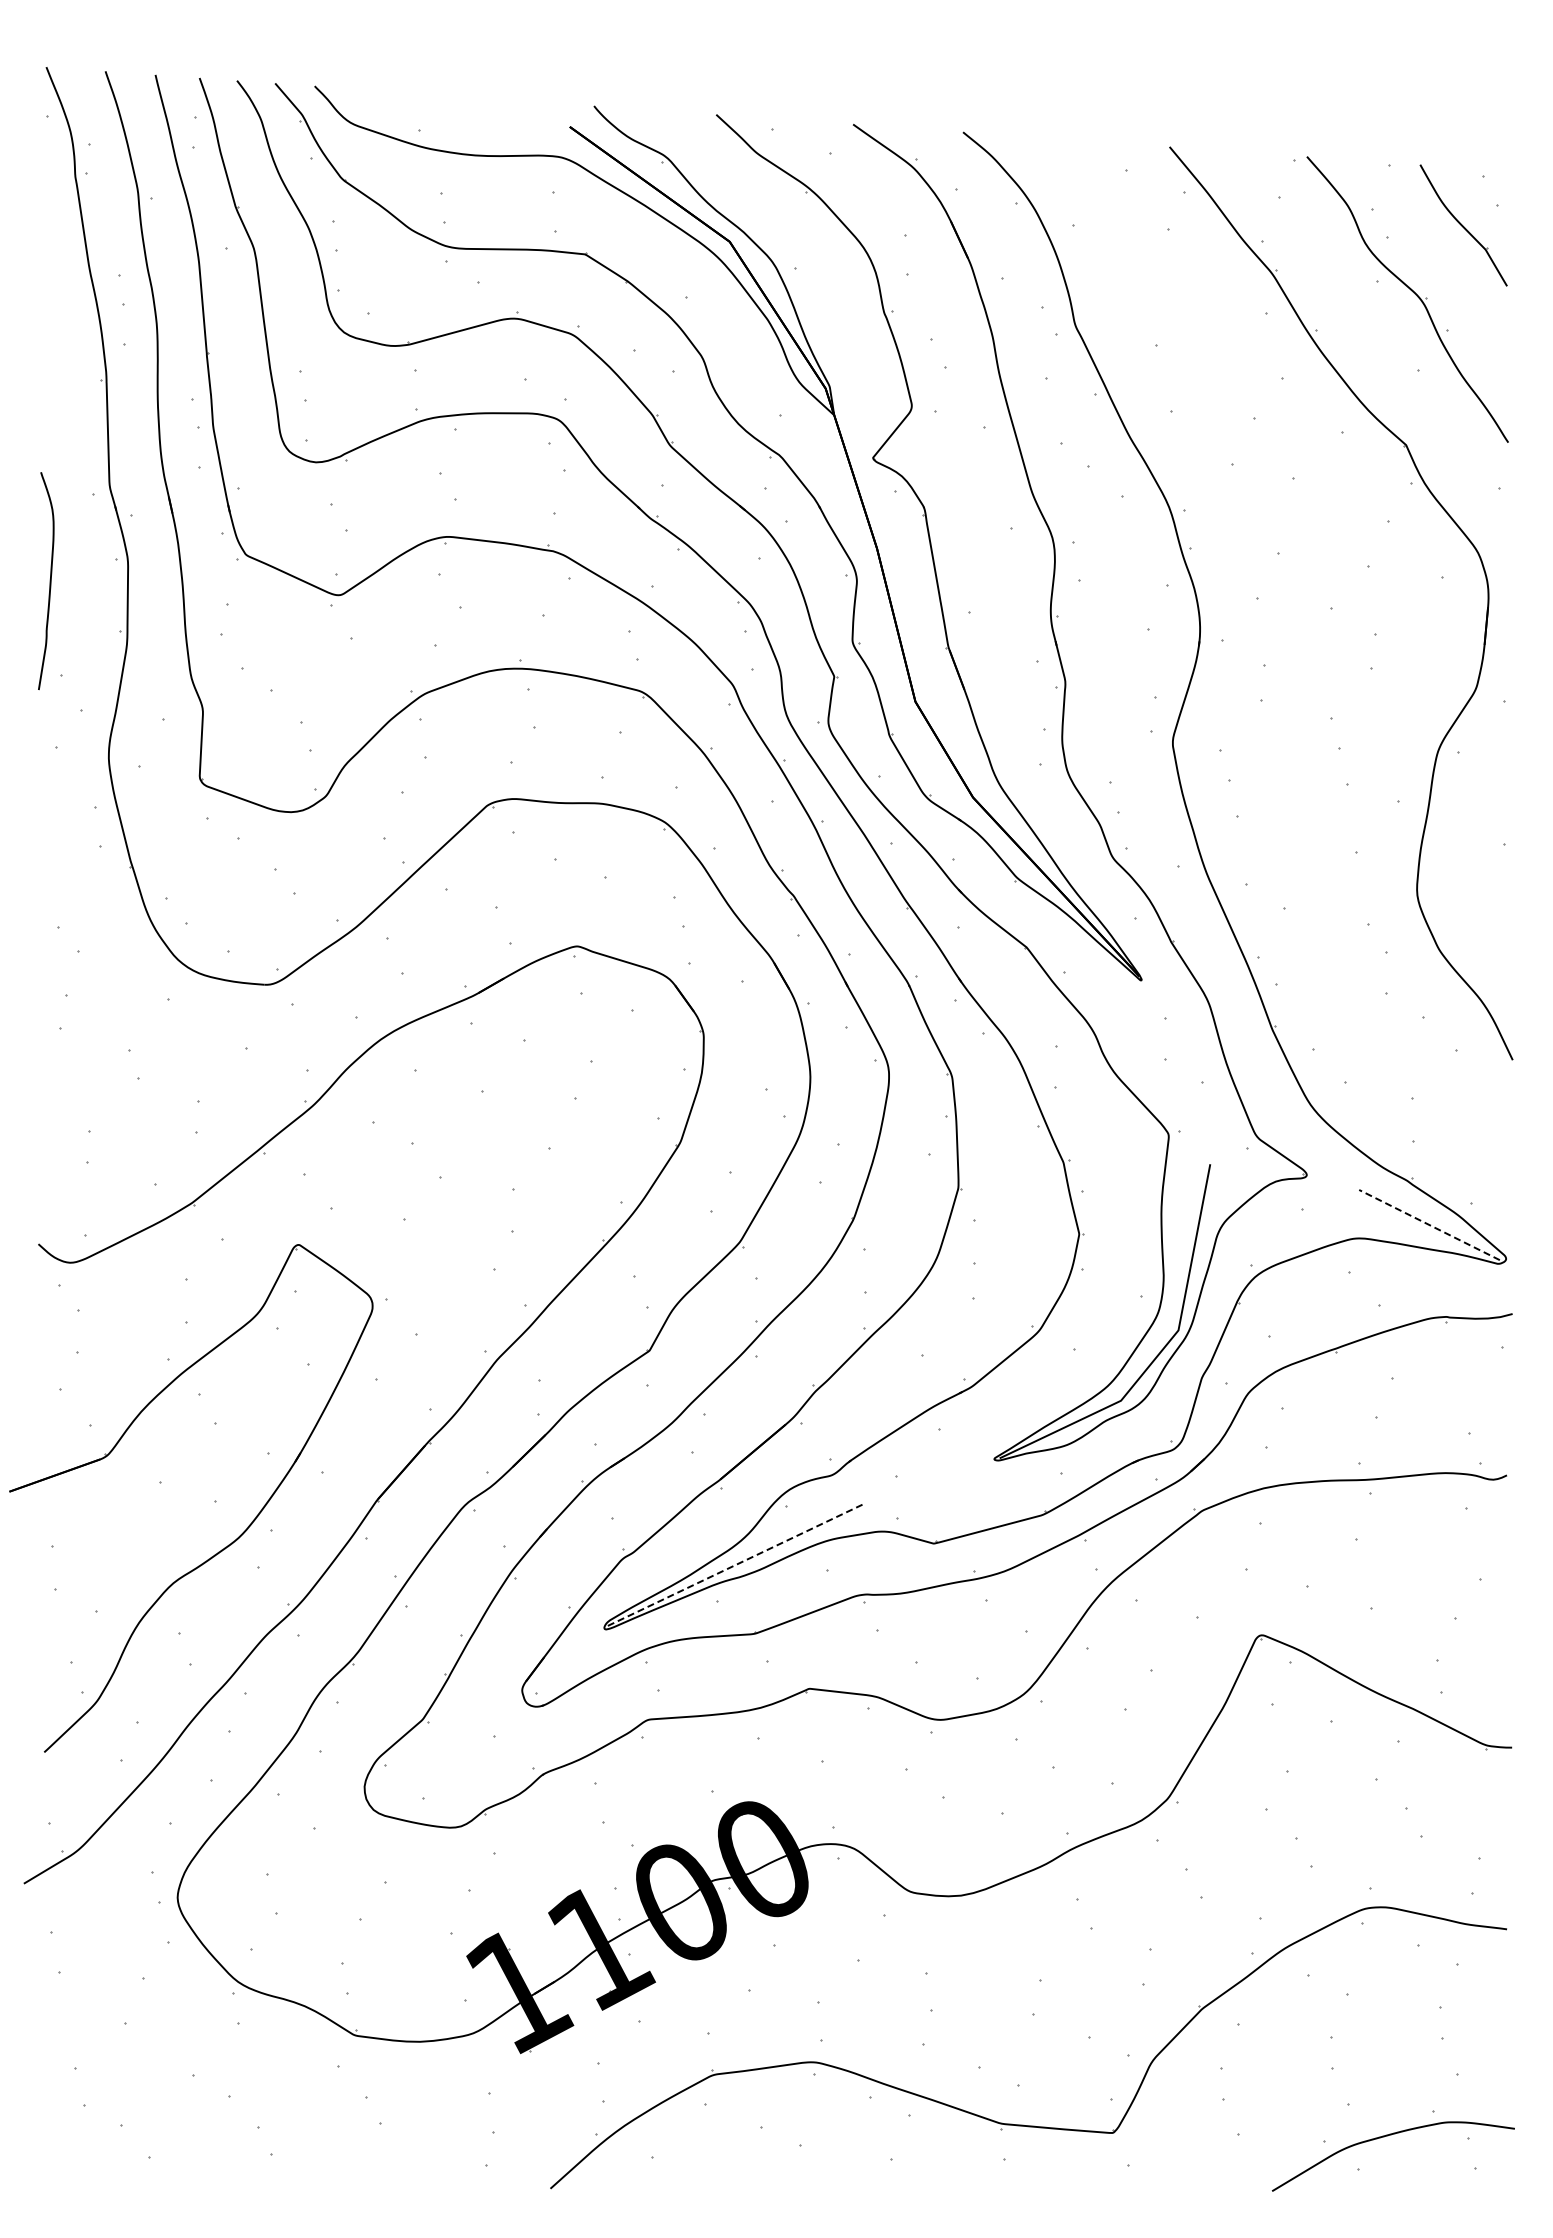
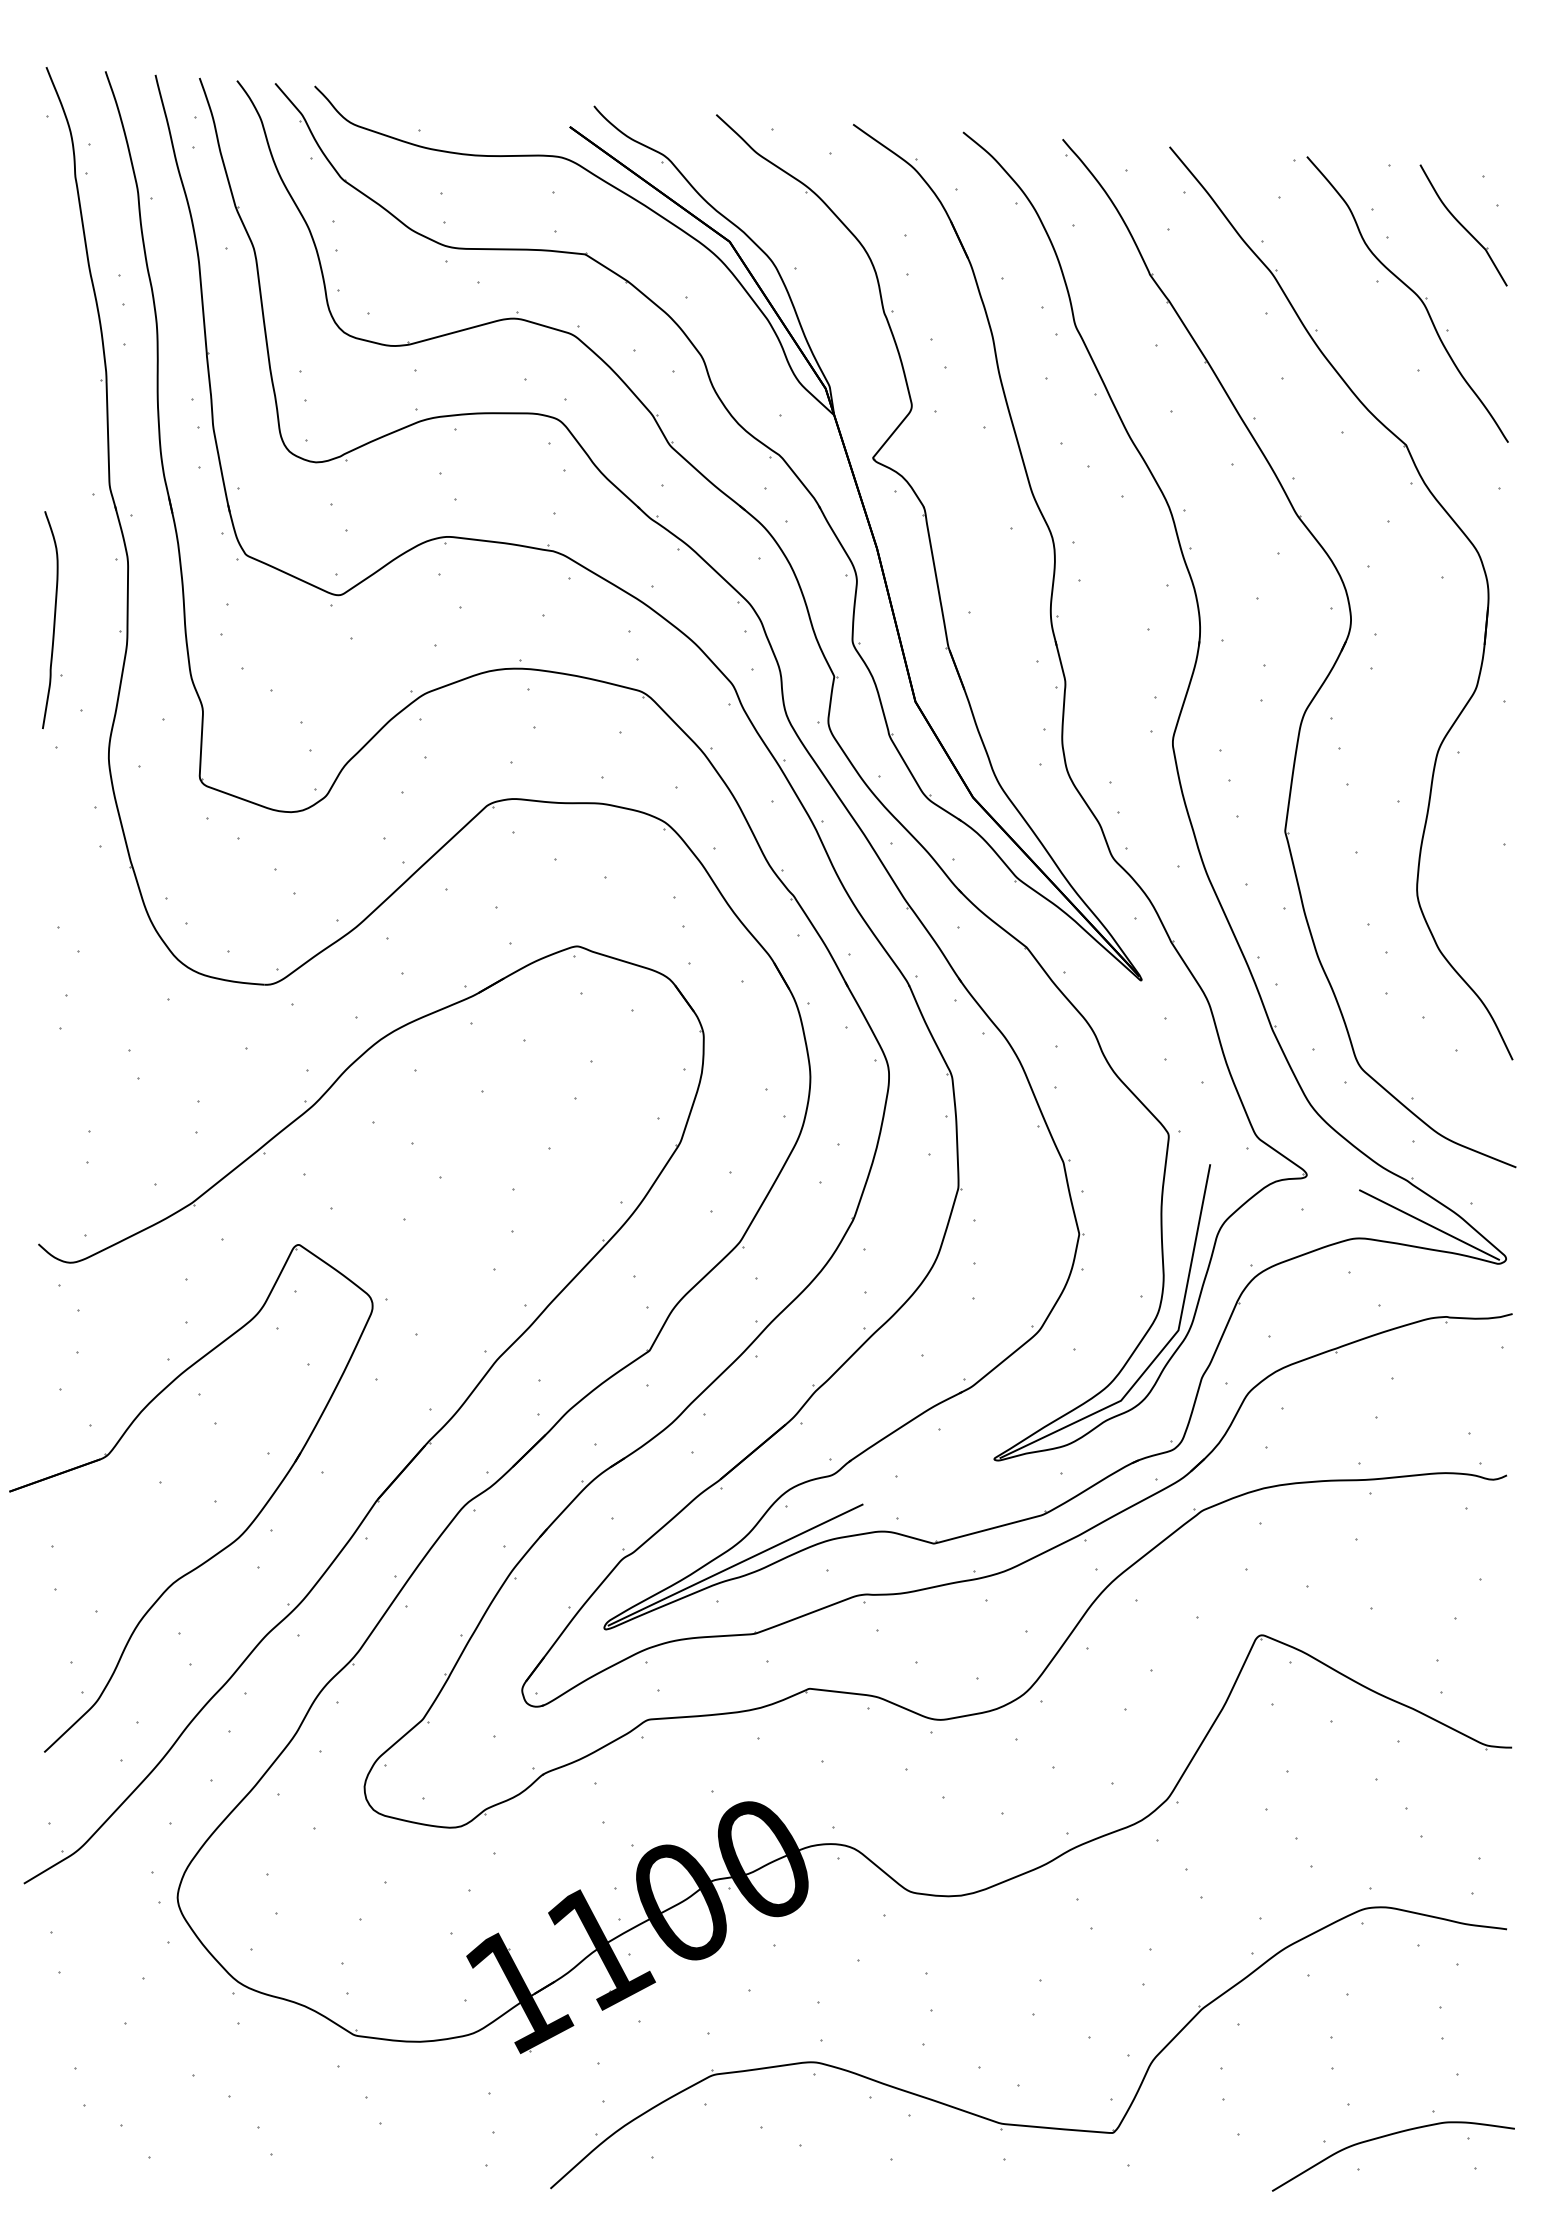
curve at (49, 581) position: (49, 581) -> (53, 620)
part at (1325, 677): none -> present
line at (1429, 1225): dashed -> solid
line at (736, 1564): dashed -> solid
